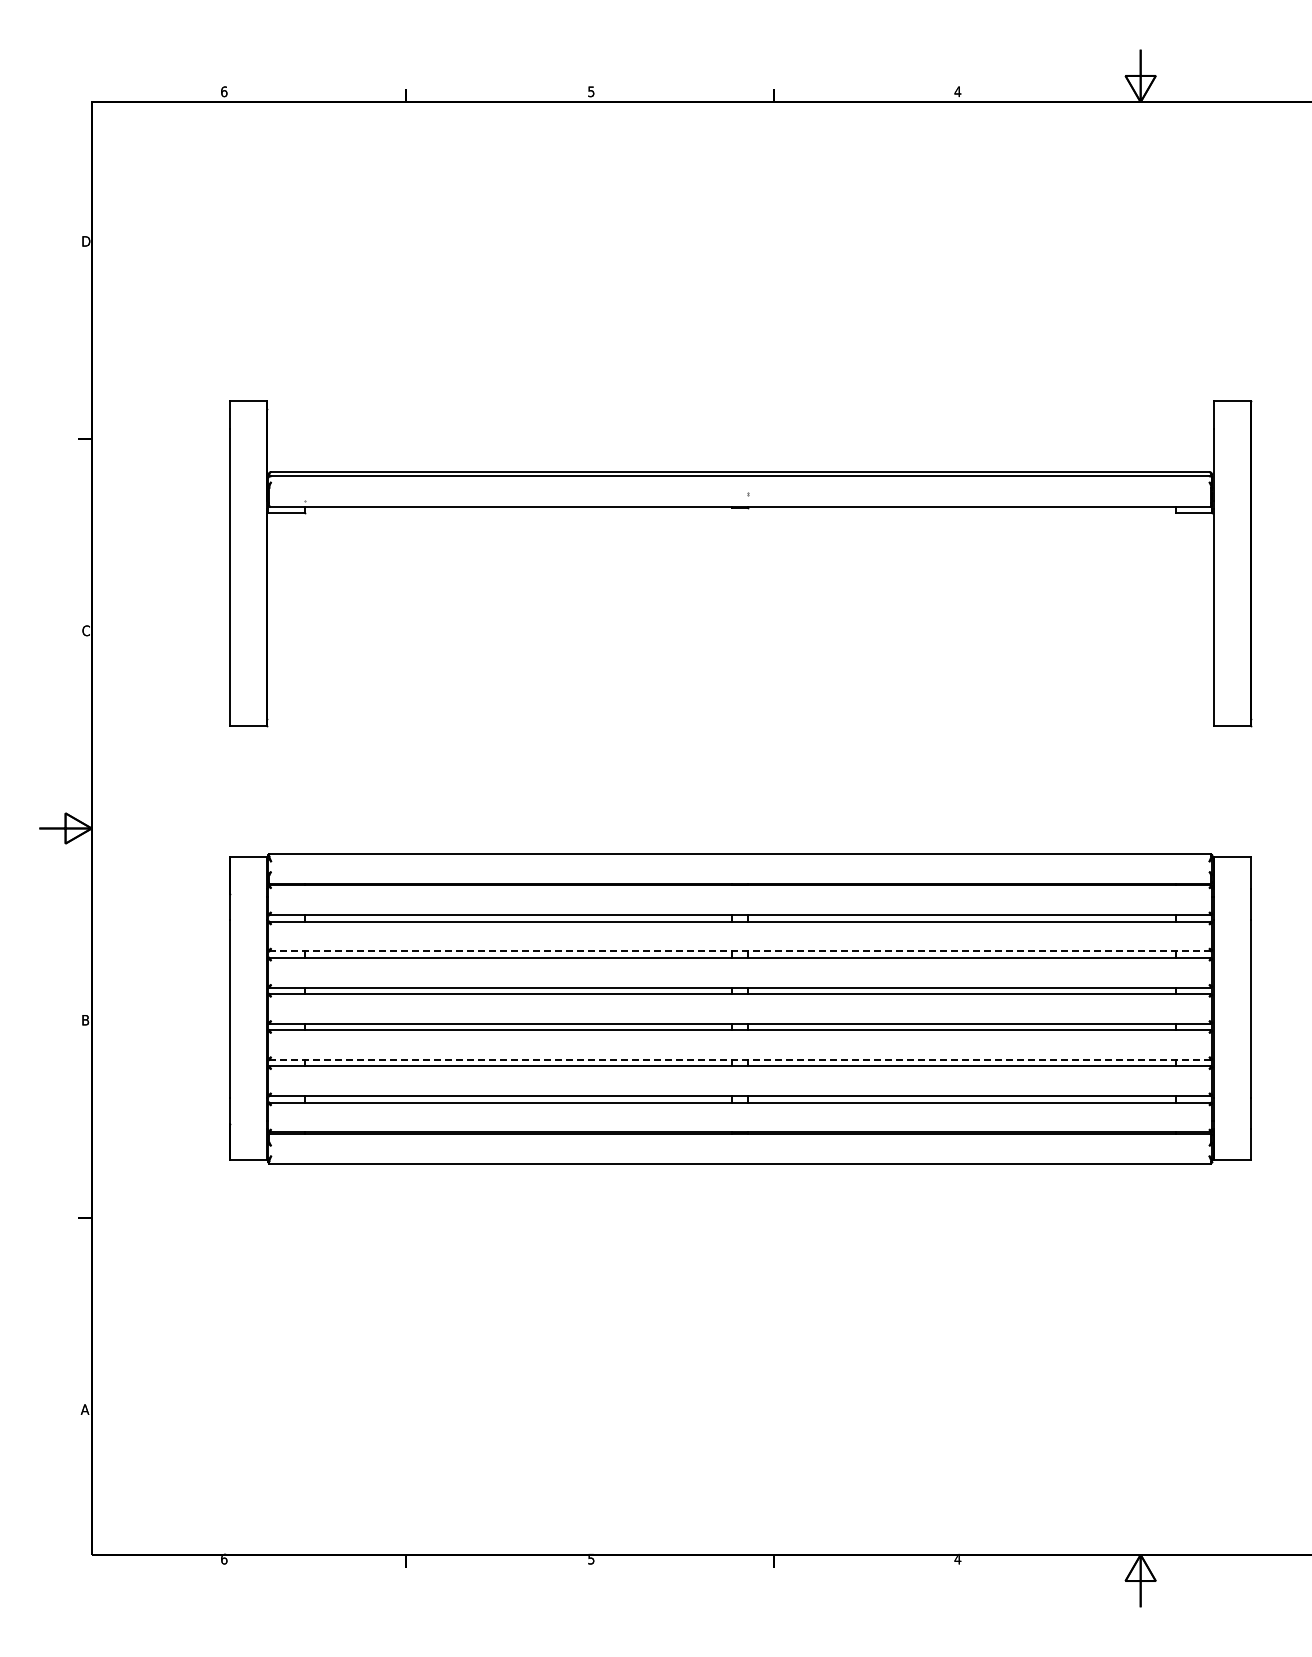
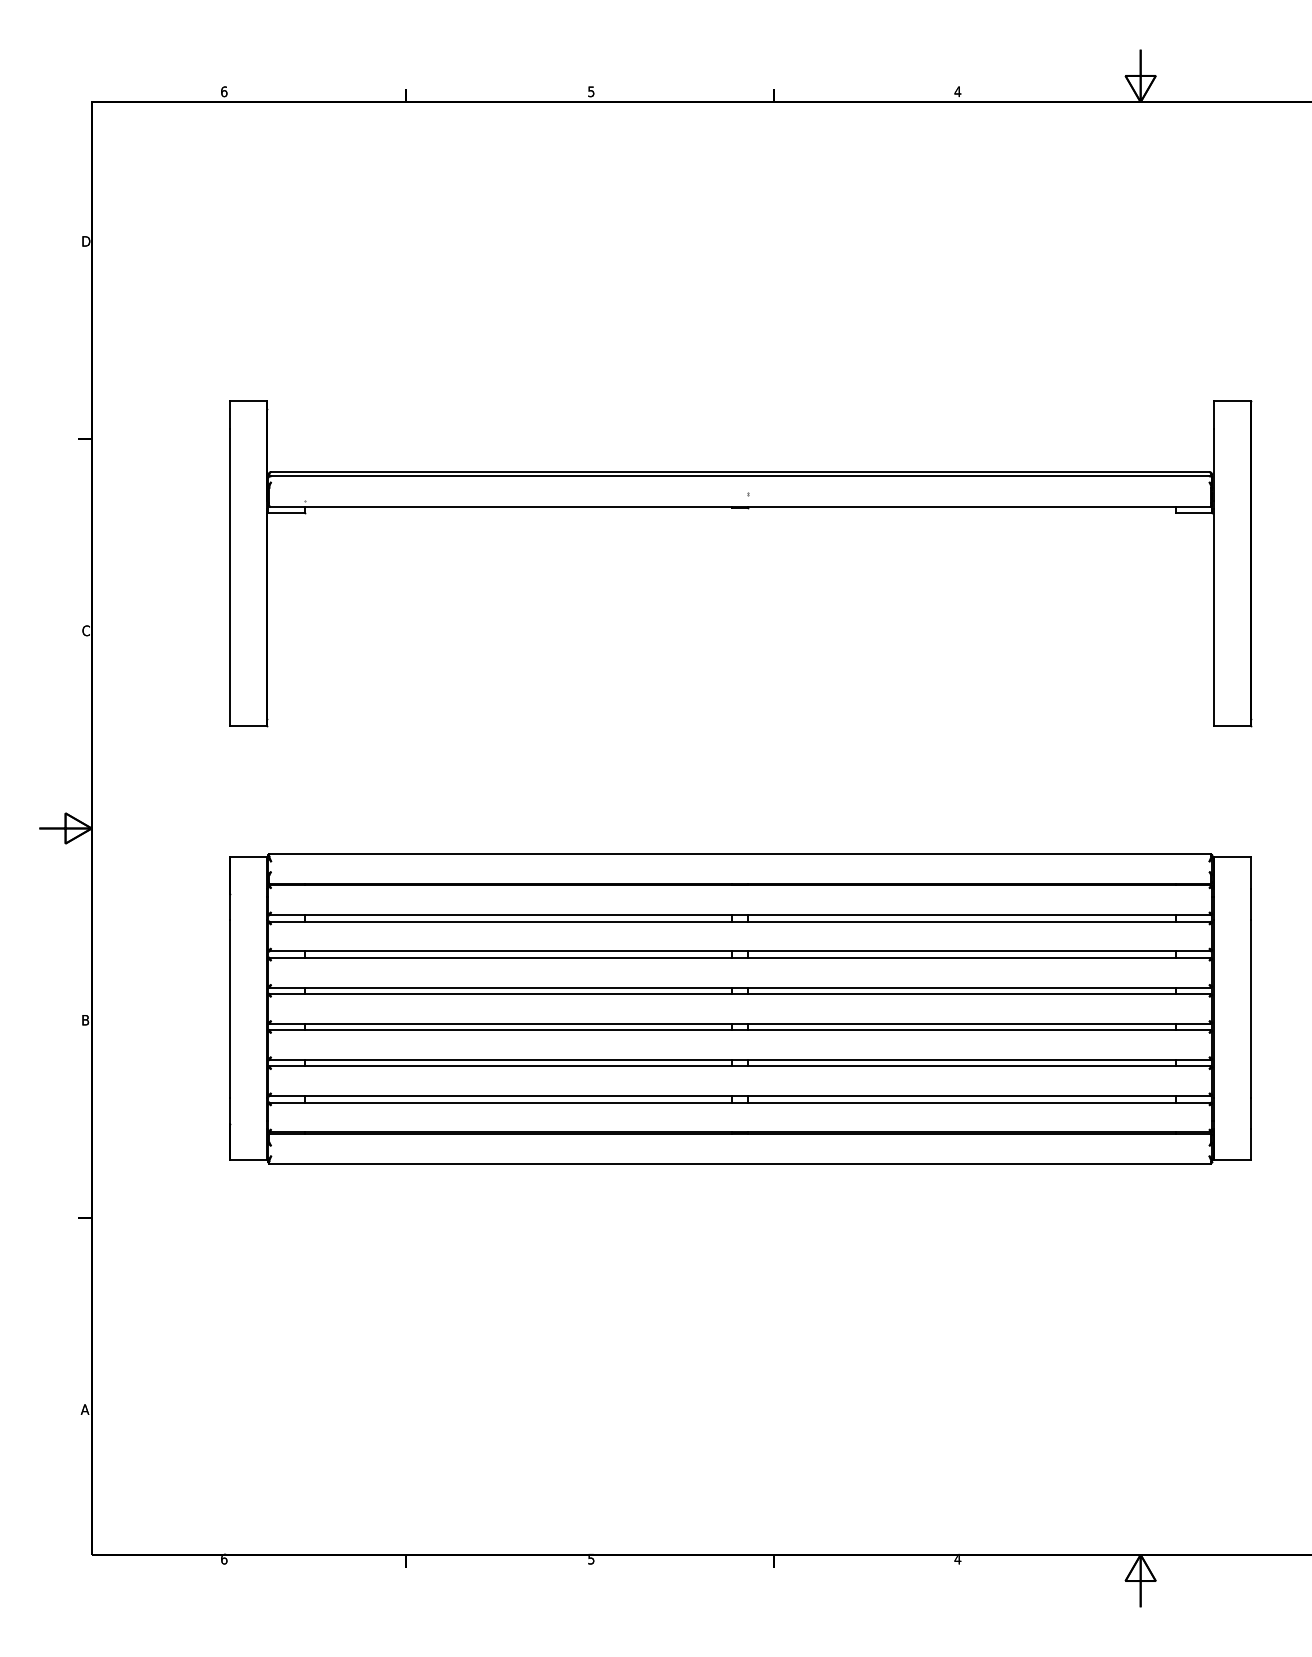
line at (740, 951): dashed -> solid
line at (740, 1060): dashed -> solid
